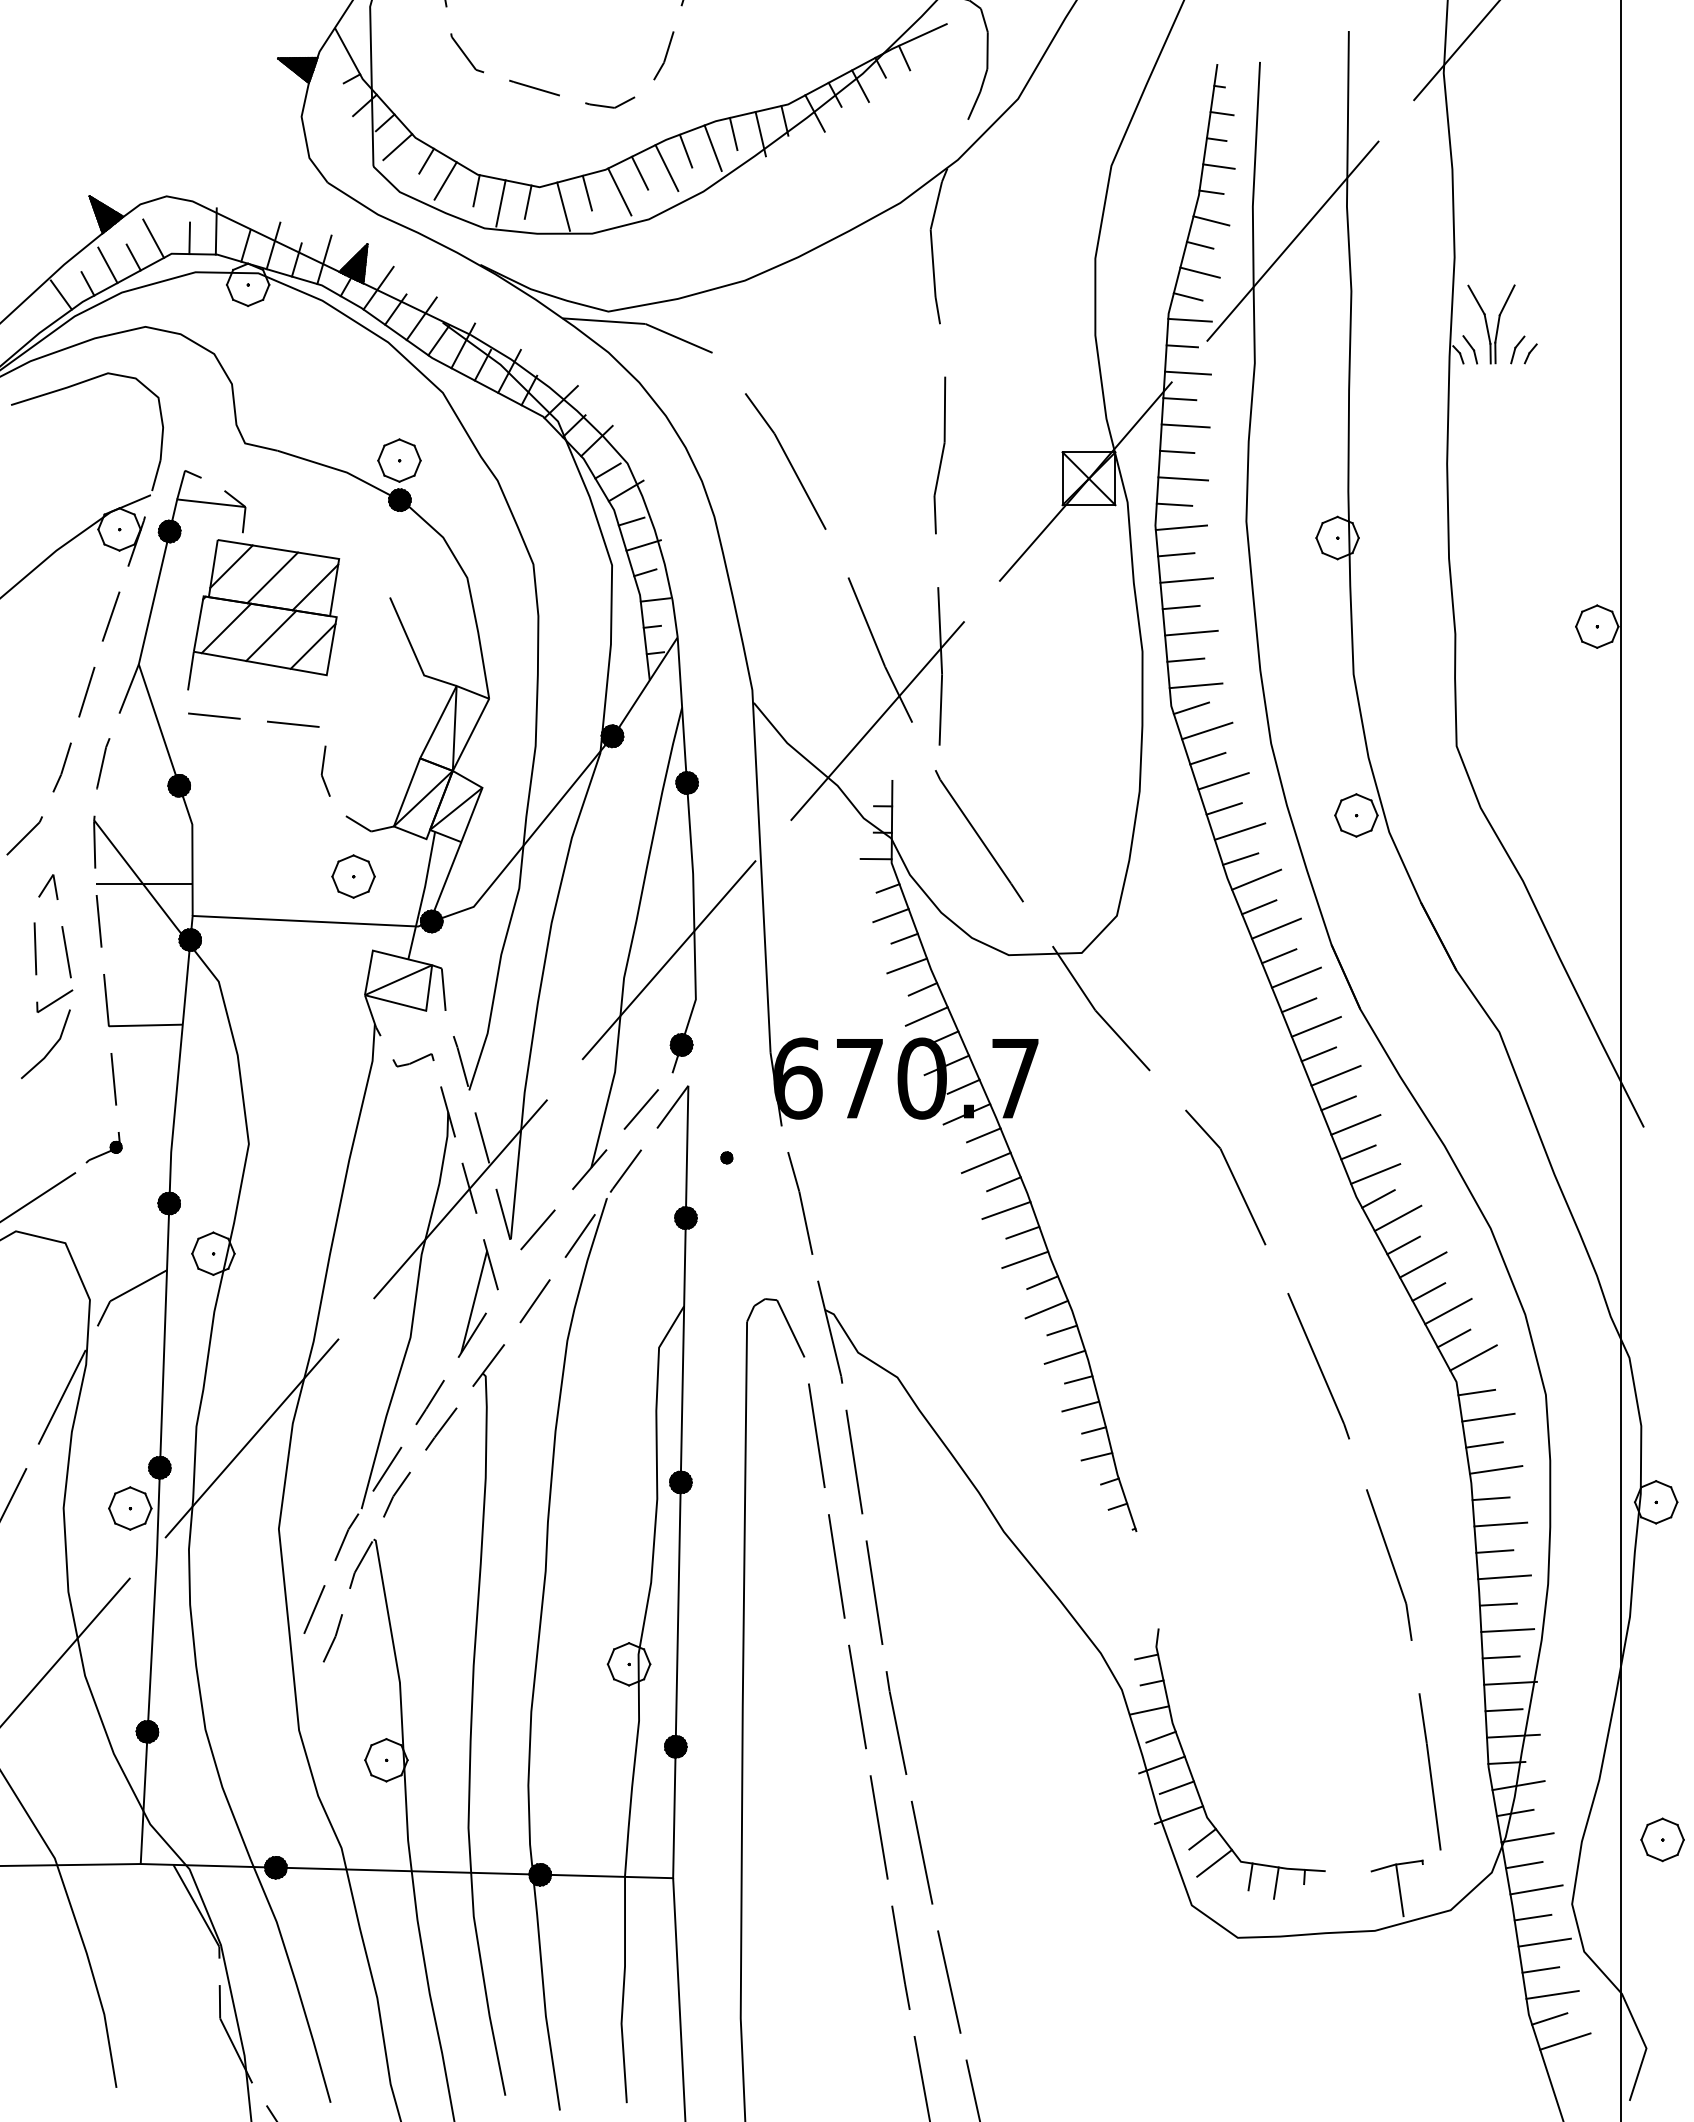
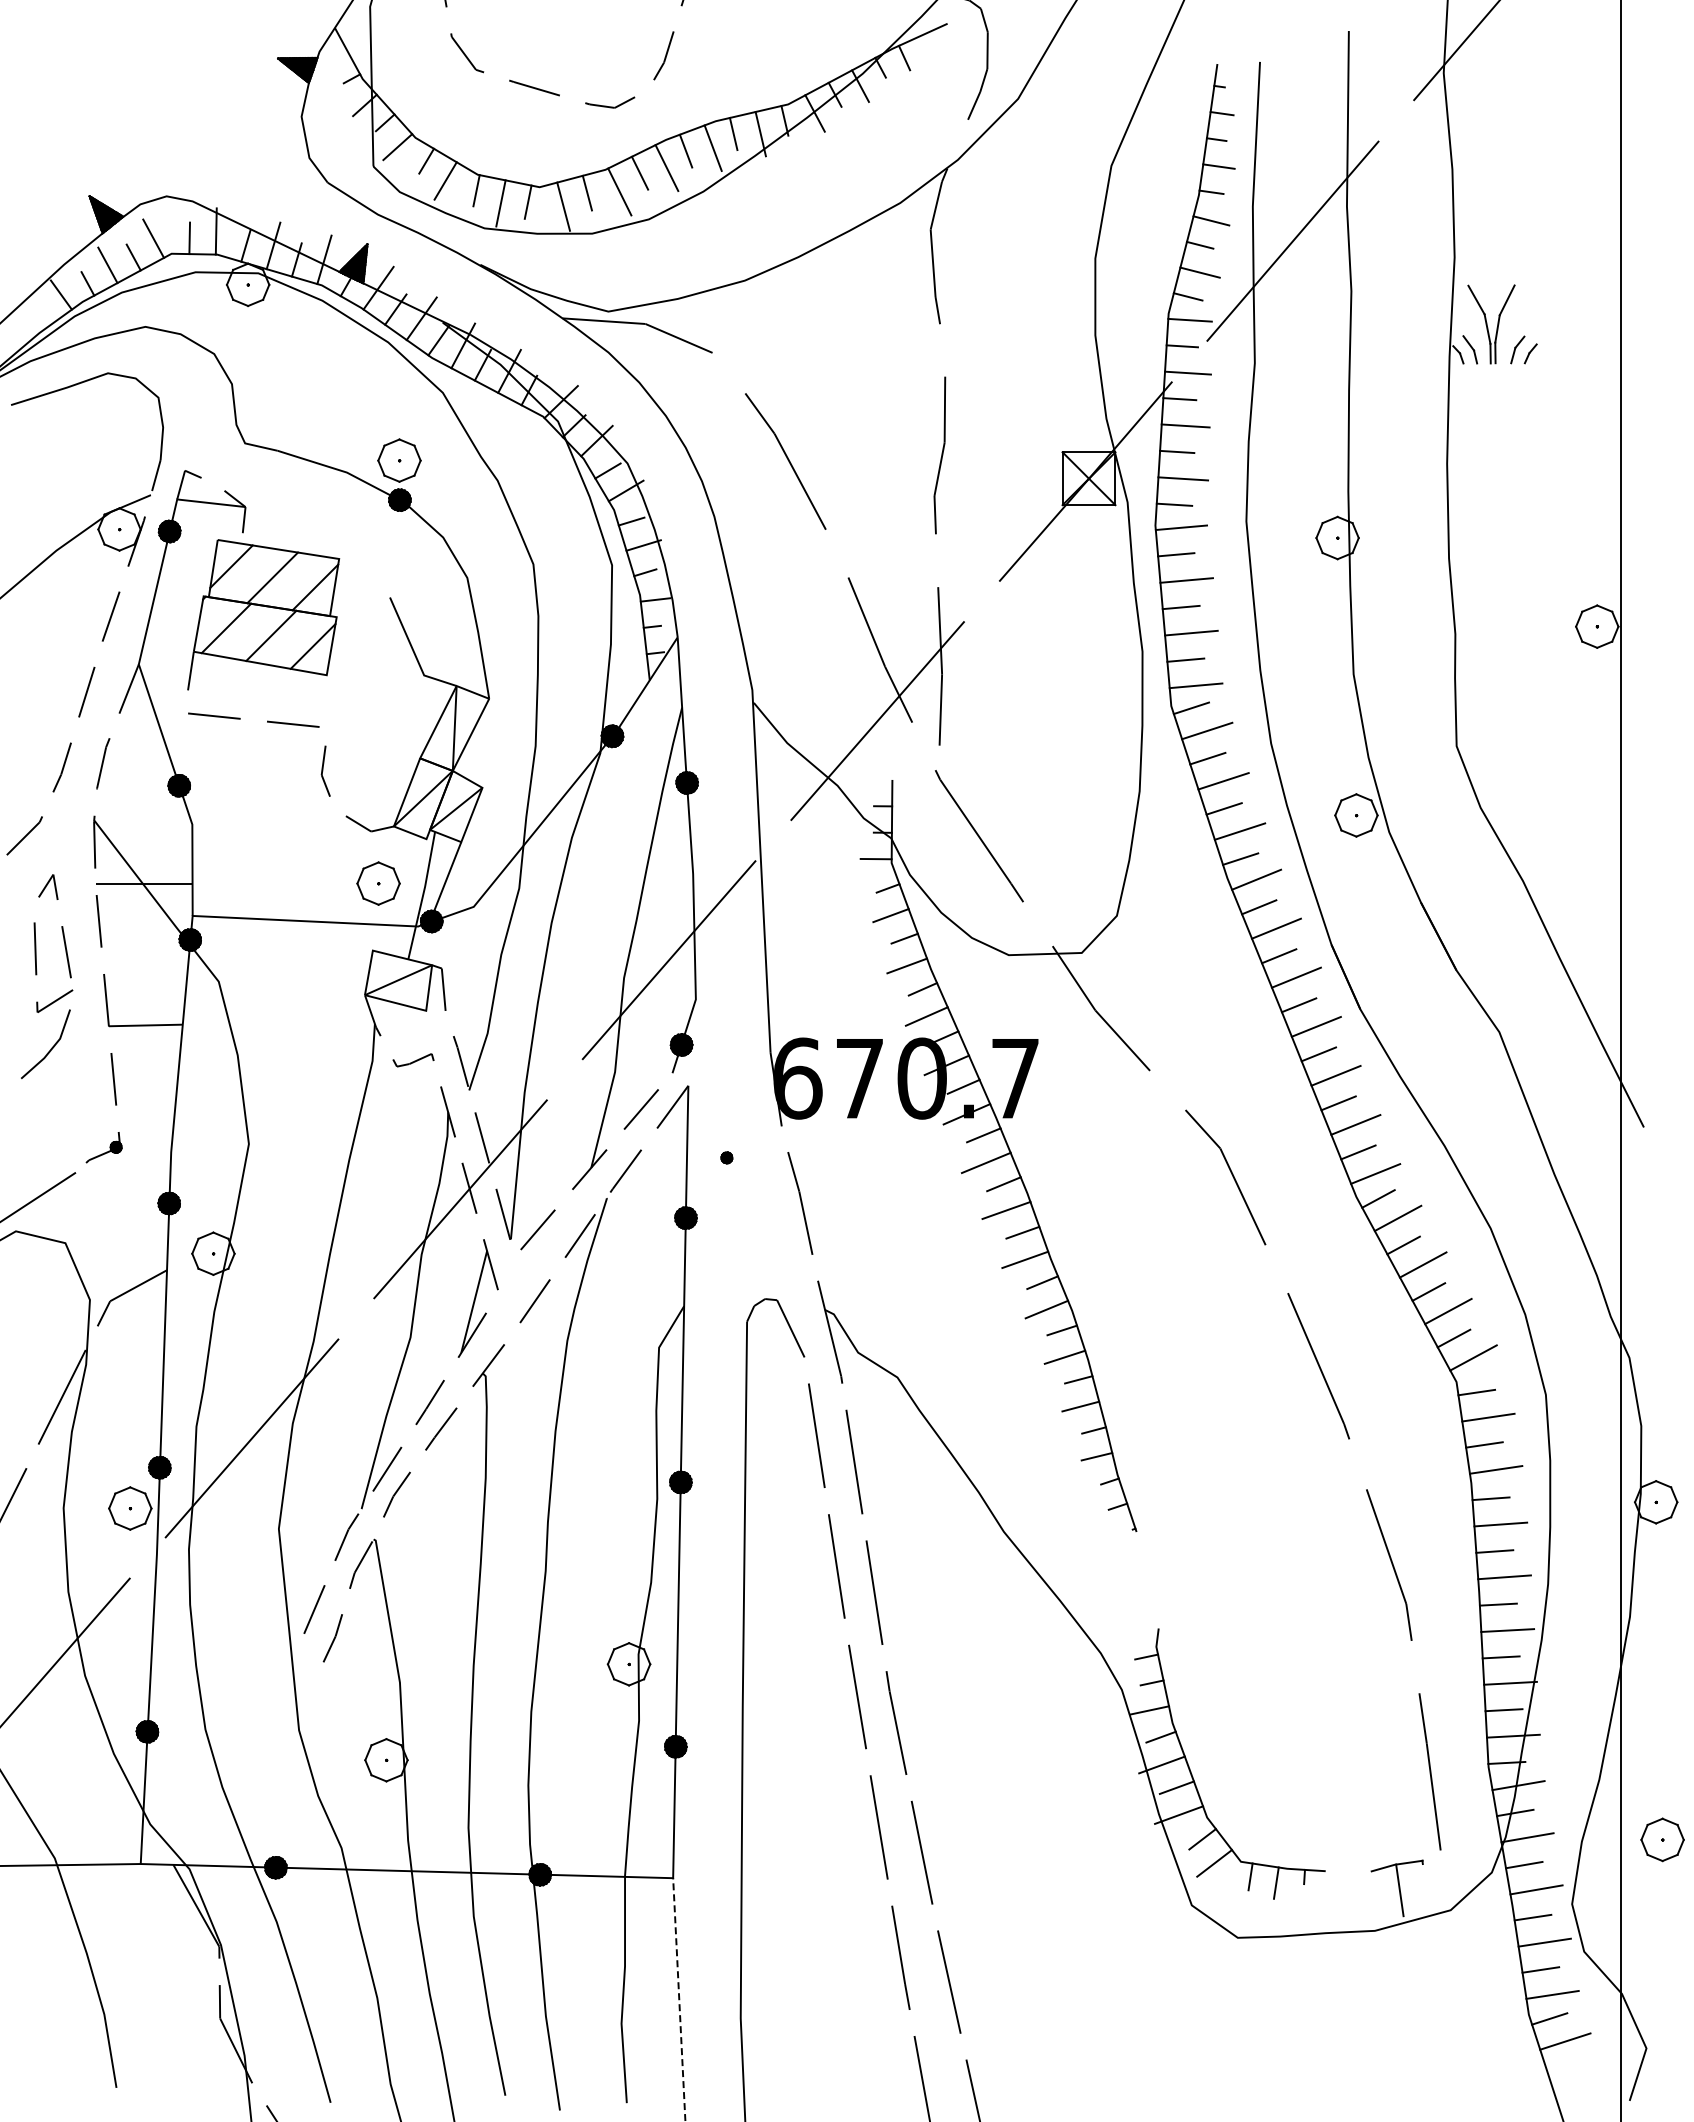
part at (353, 876) position: (353, 876) -> (378, 883)
line at (679, 1999): solid -> dashed
